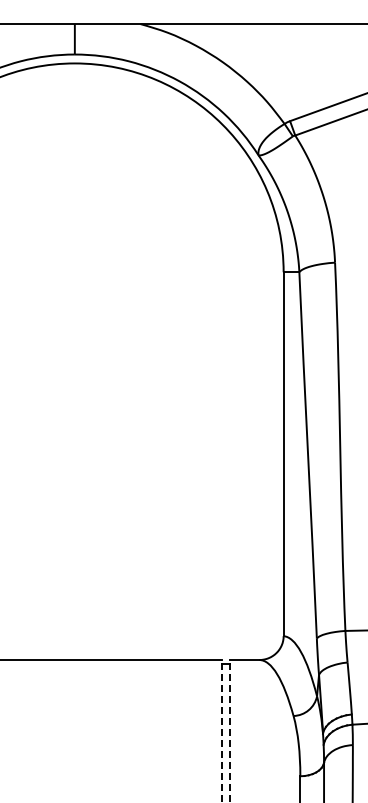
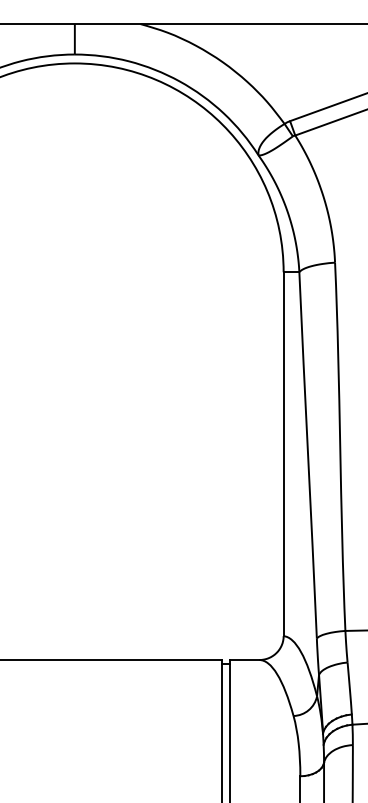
line at (222, 730): dashed -> solid
line at (230, 730): dashed -> solid
